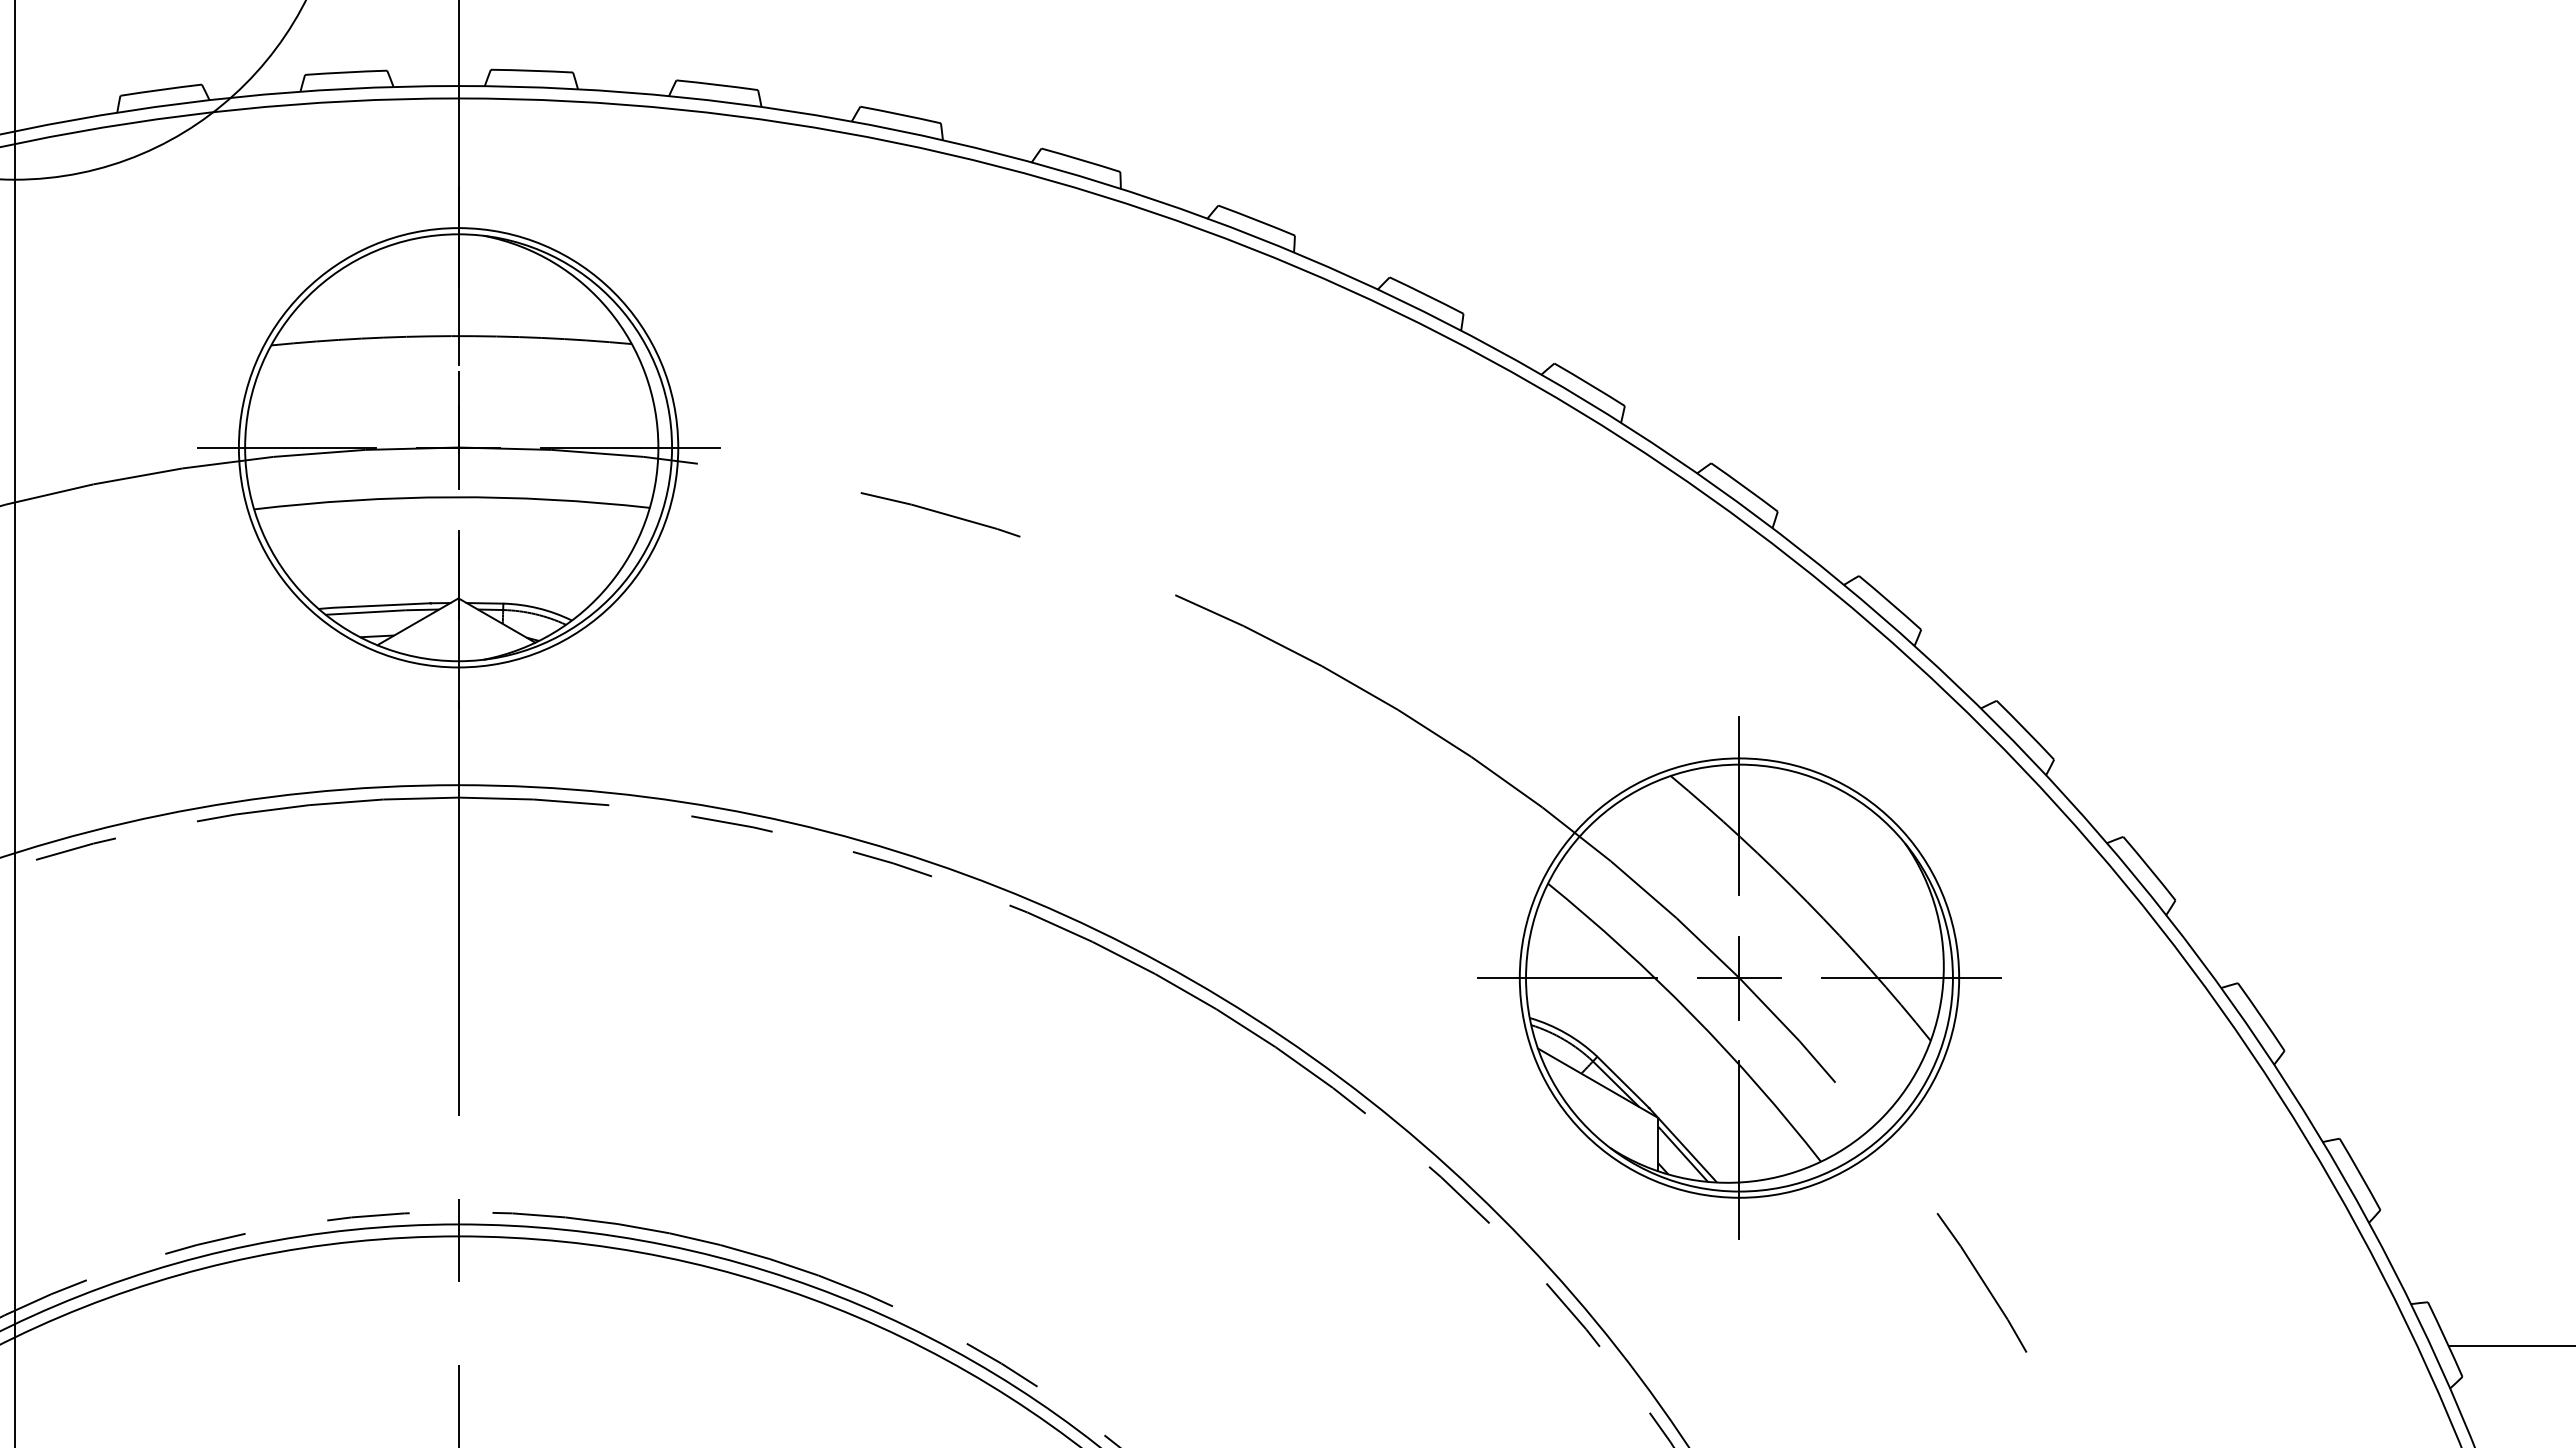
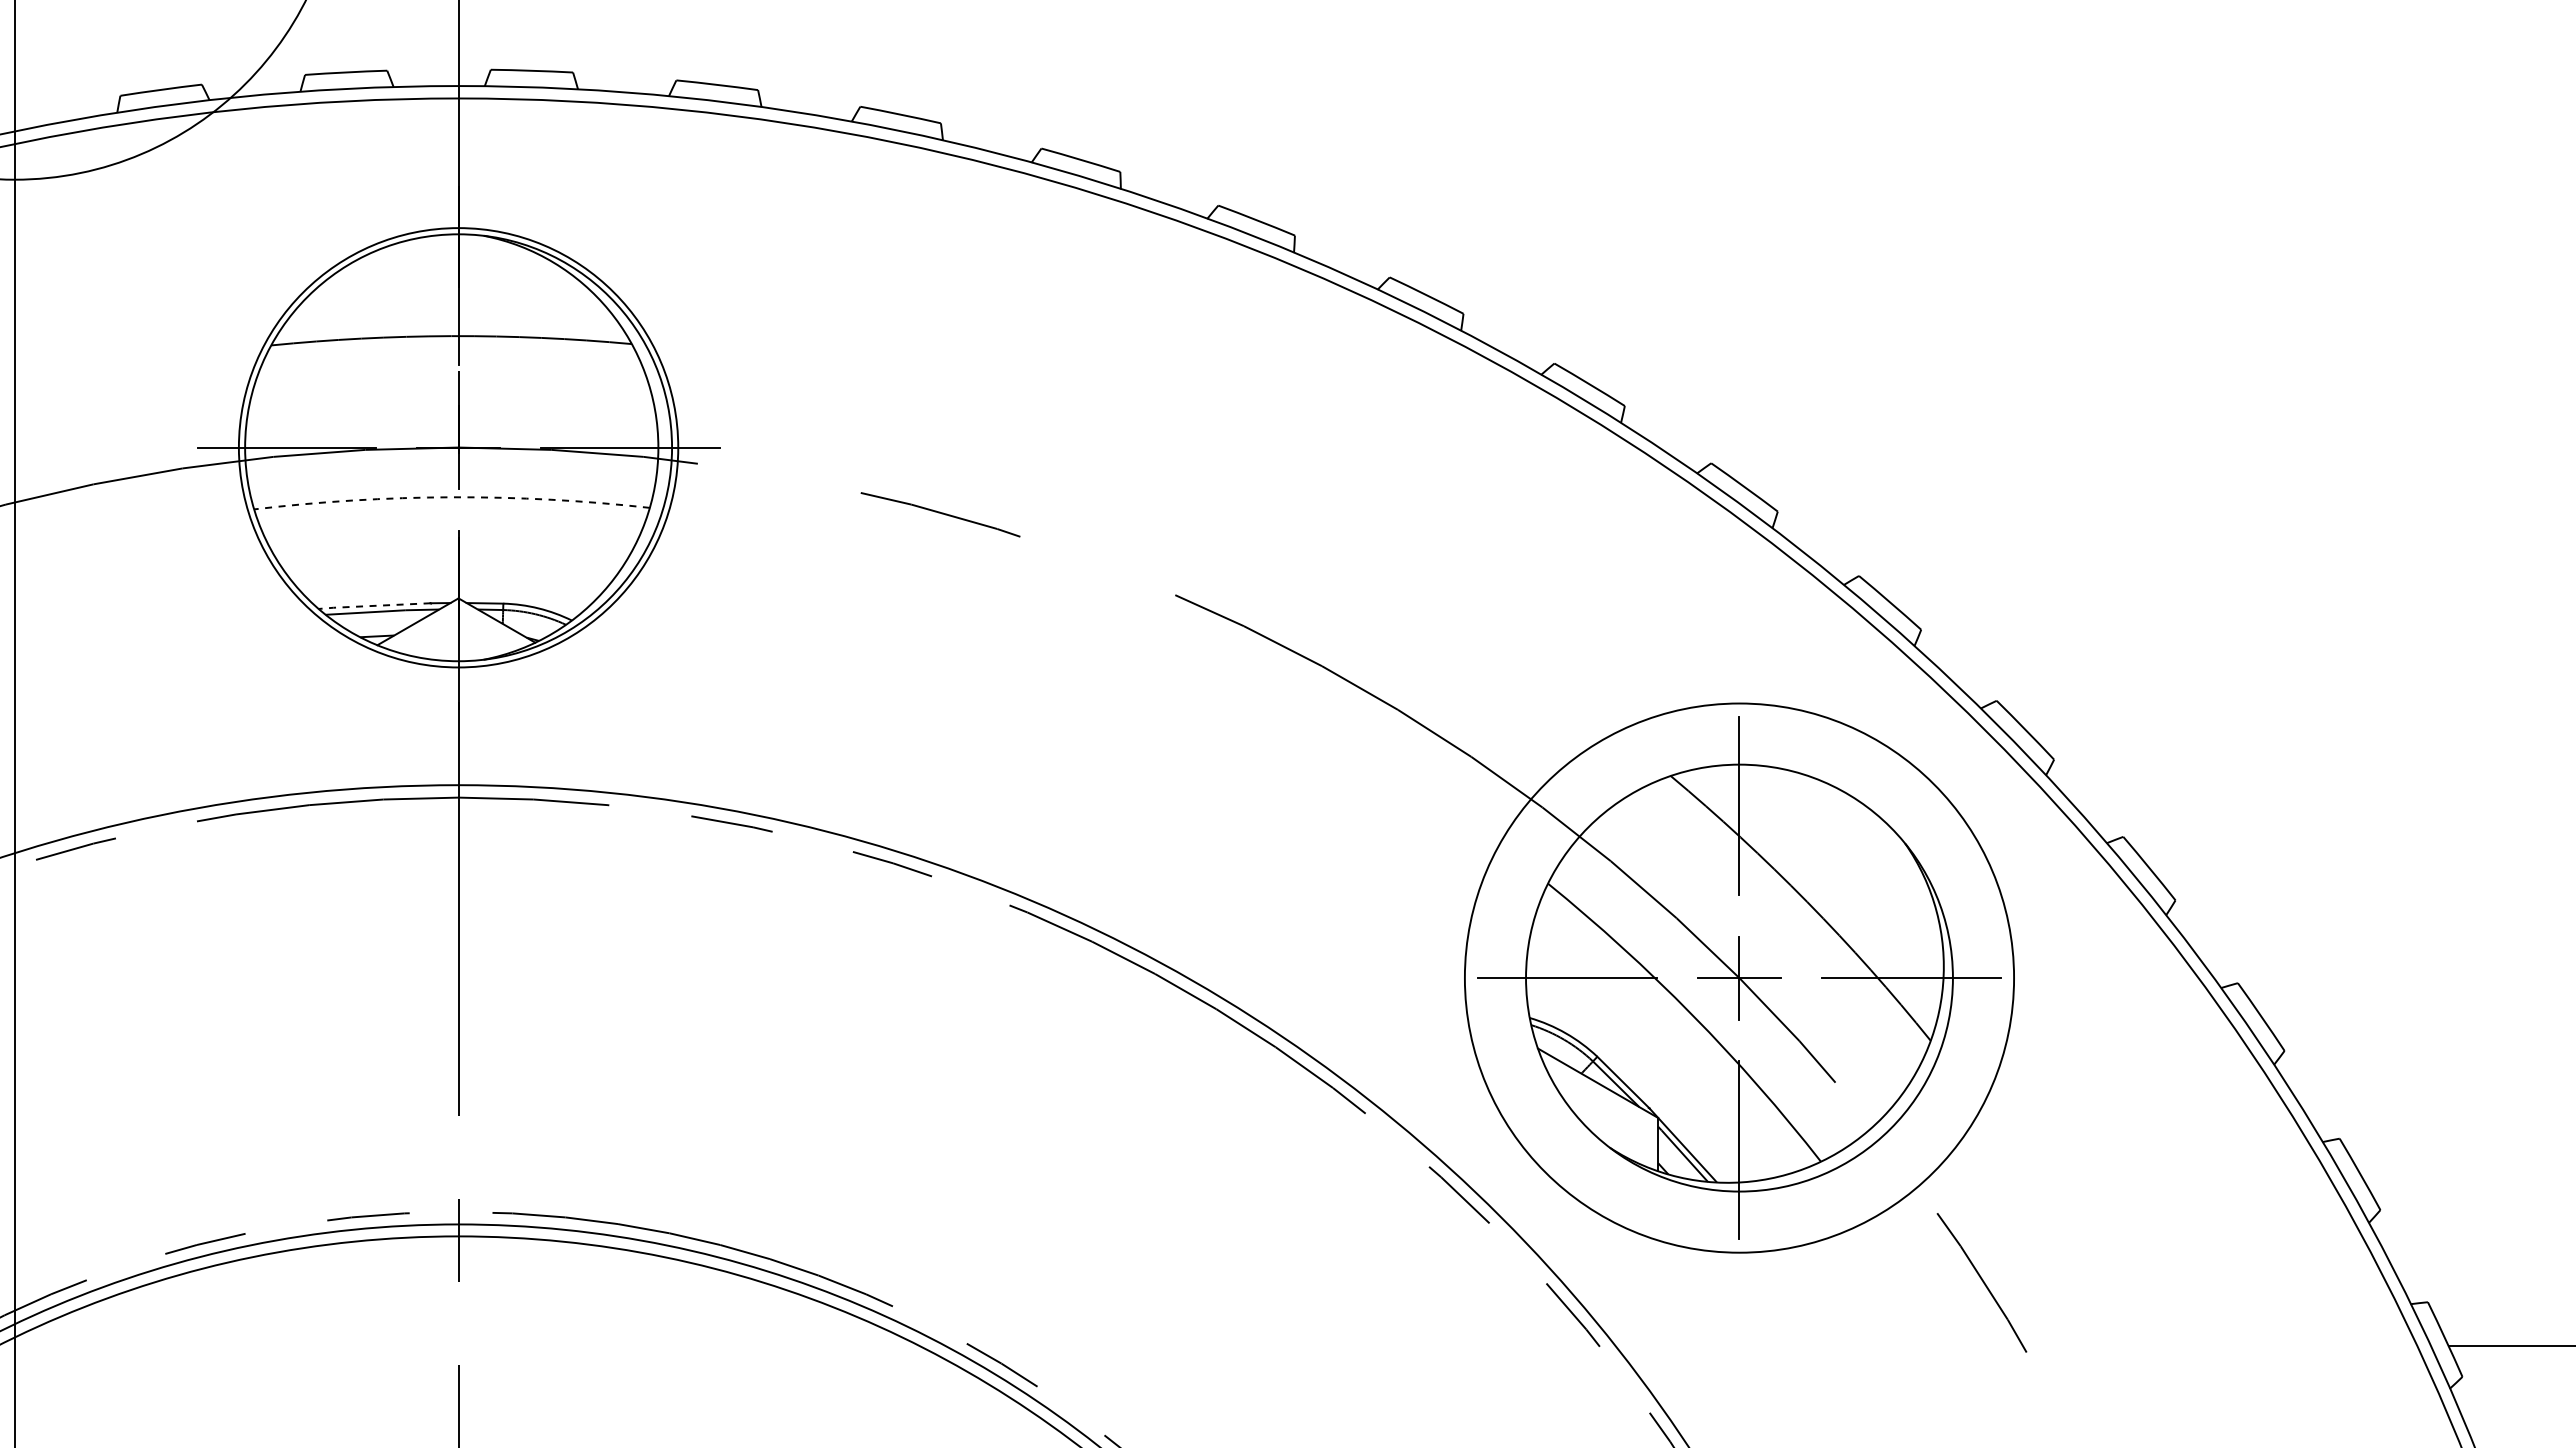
arc at (451, 497): solid -> dashed
line at (374, 605): solid -> dashed
circle at (1739, 977) diameter: 439 px -> 549 px
